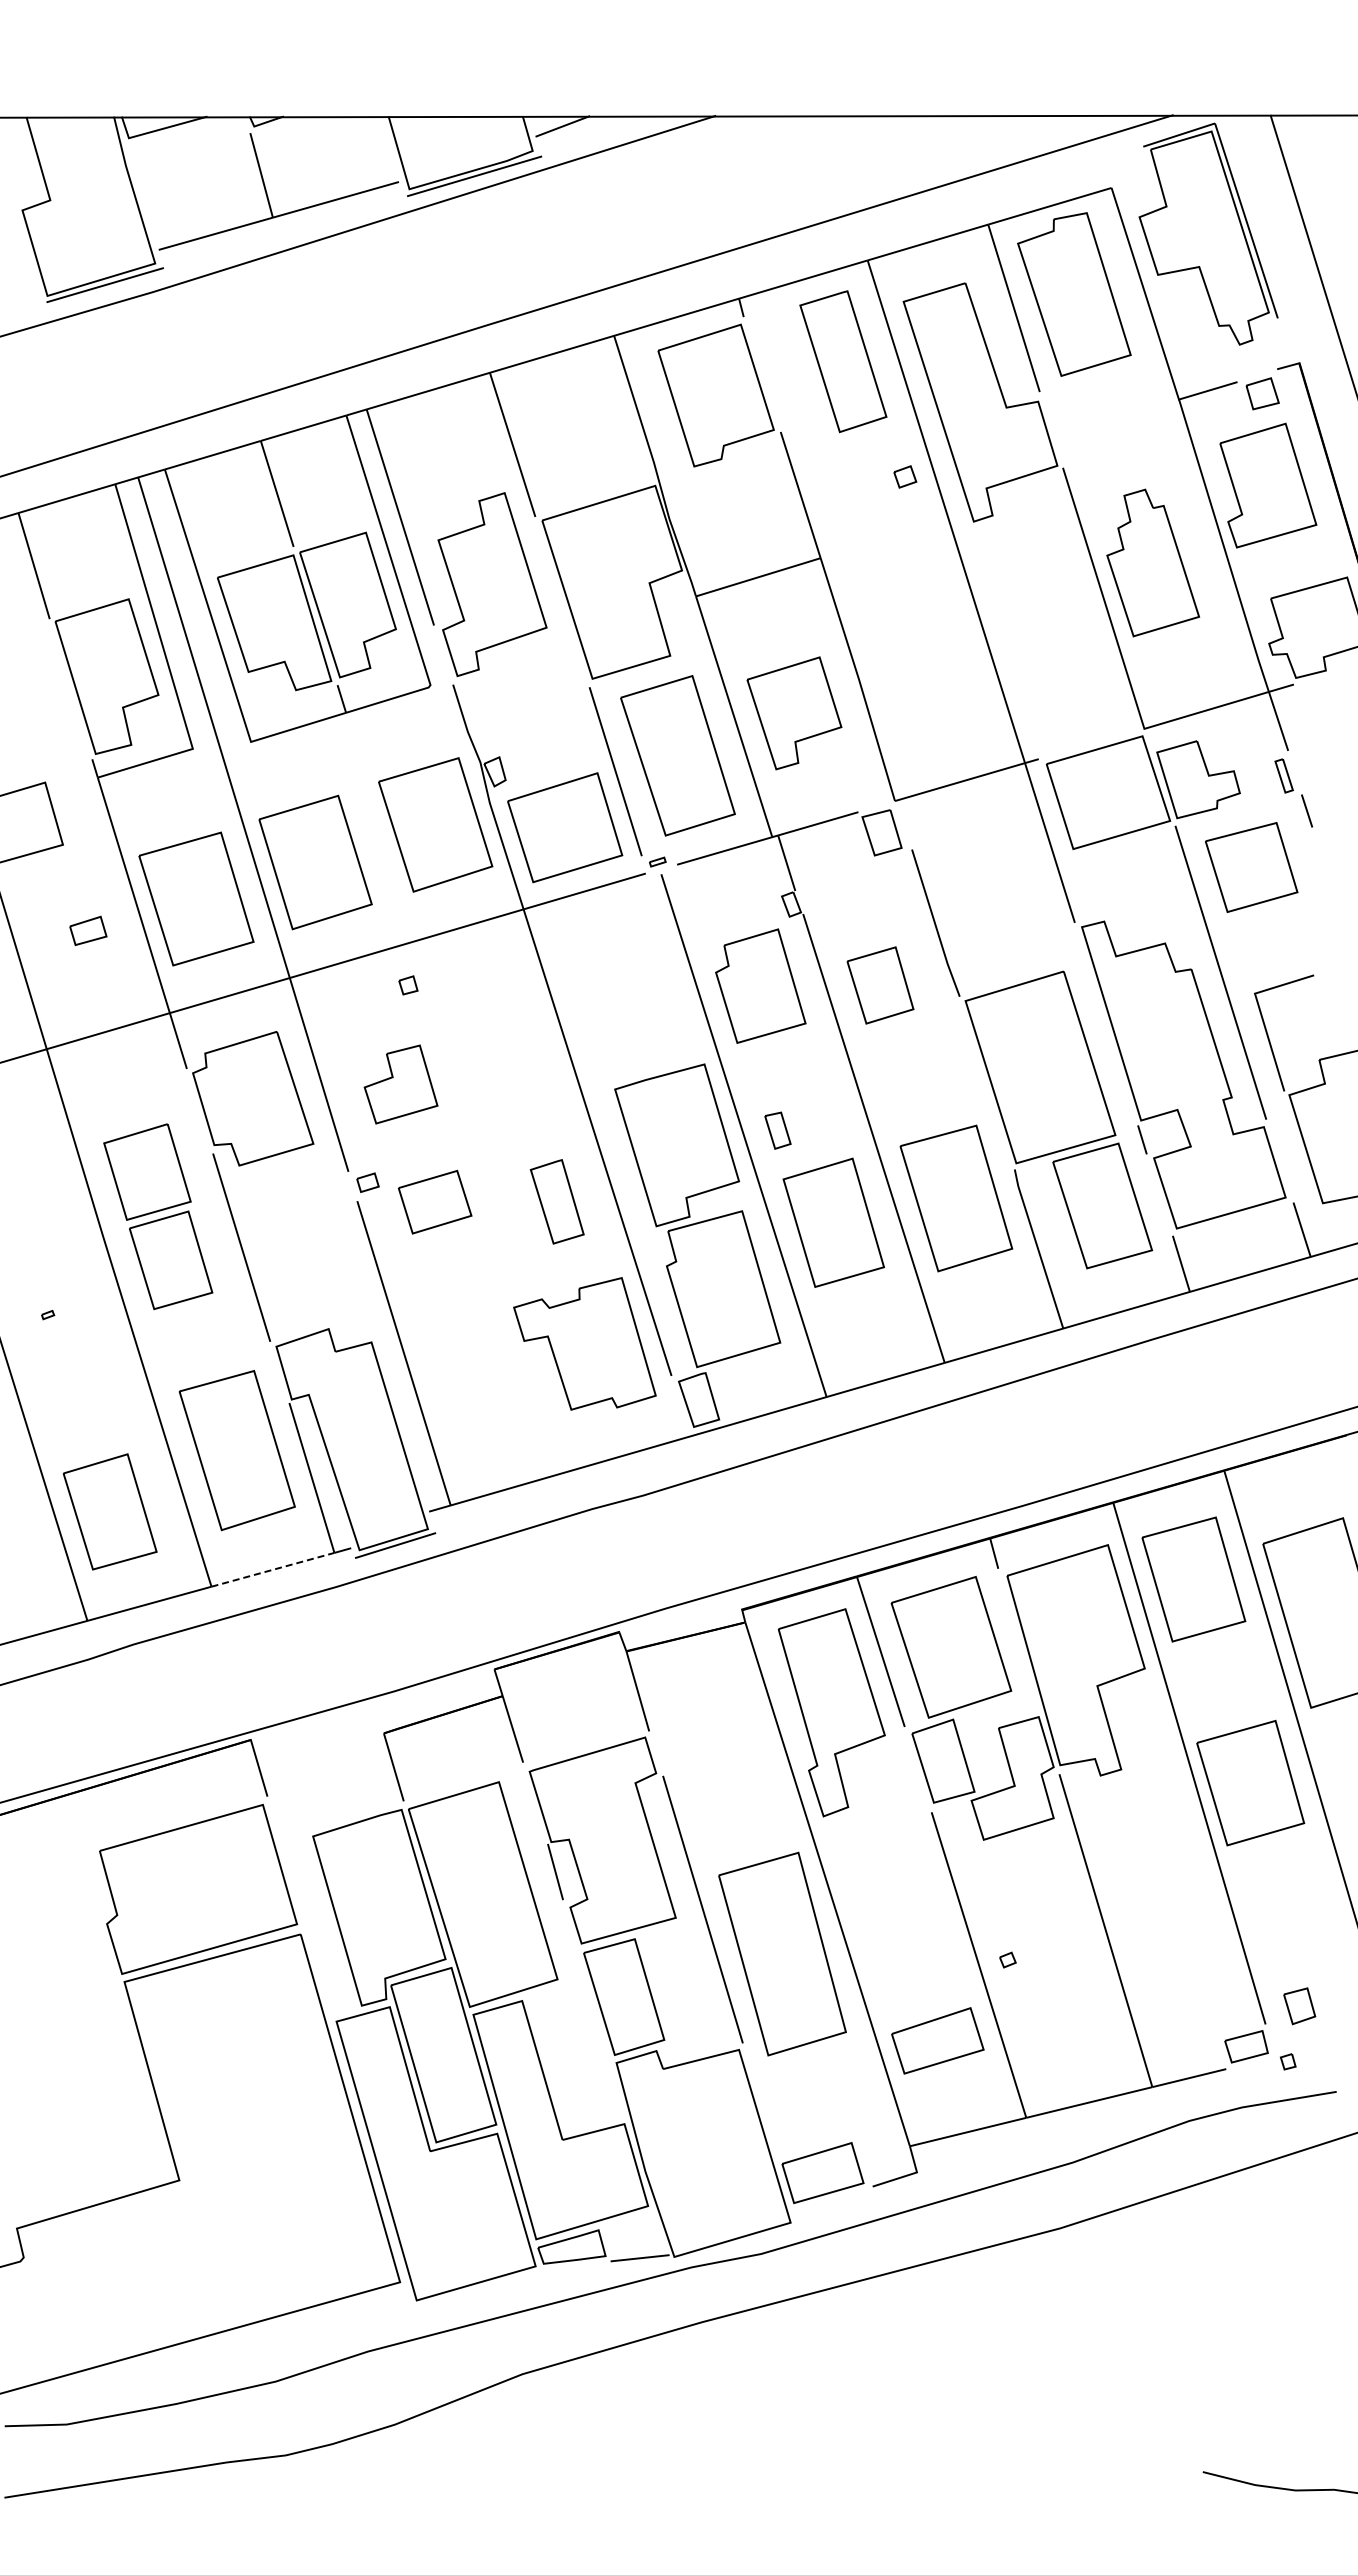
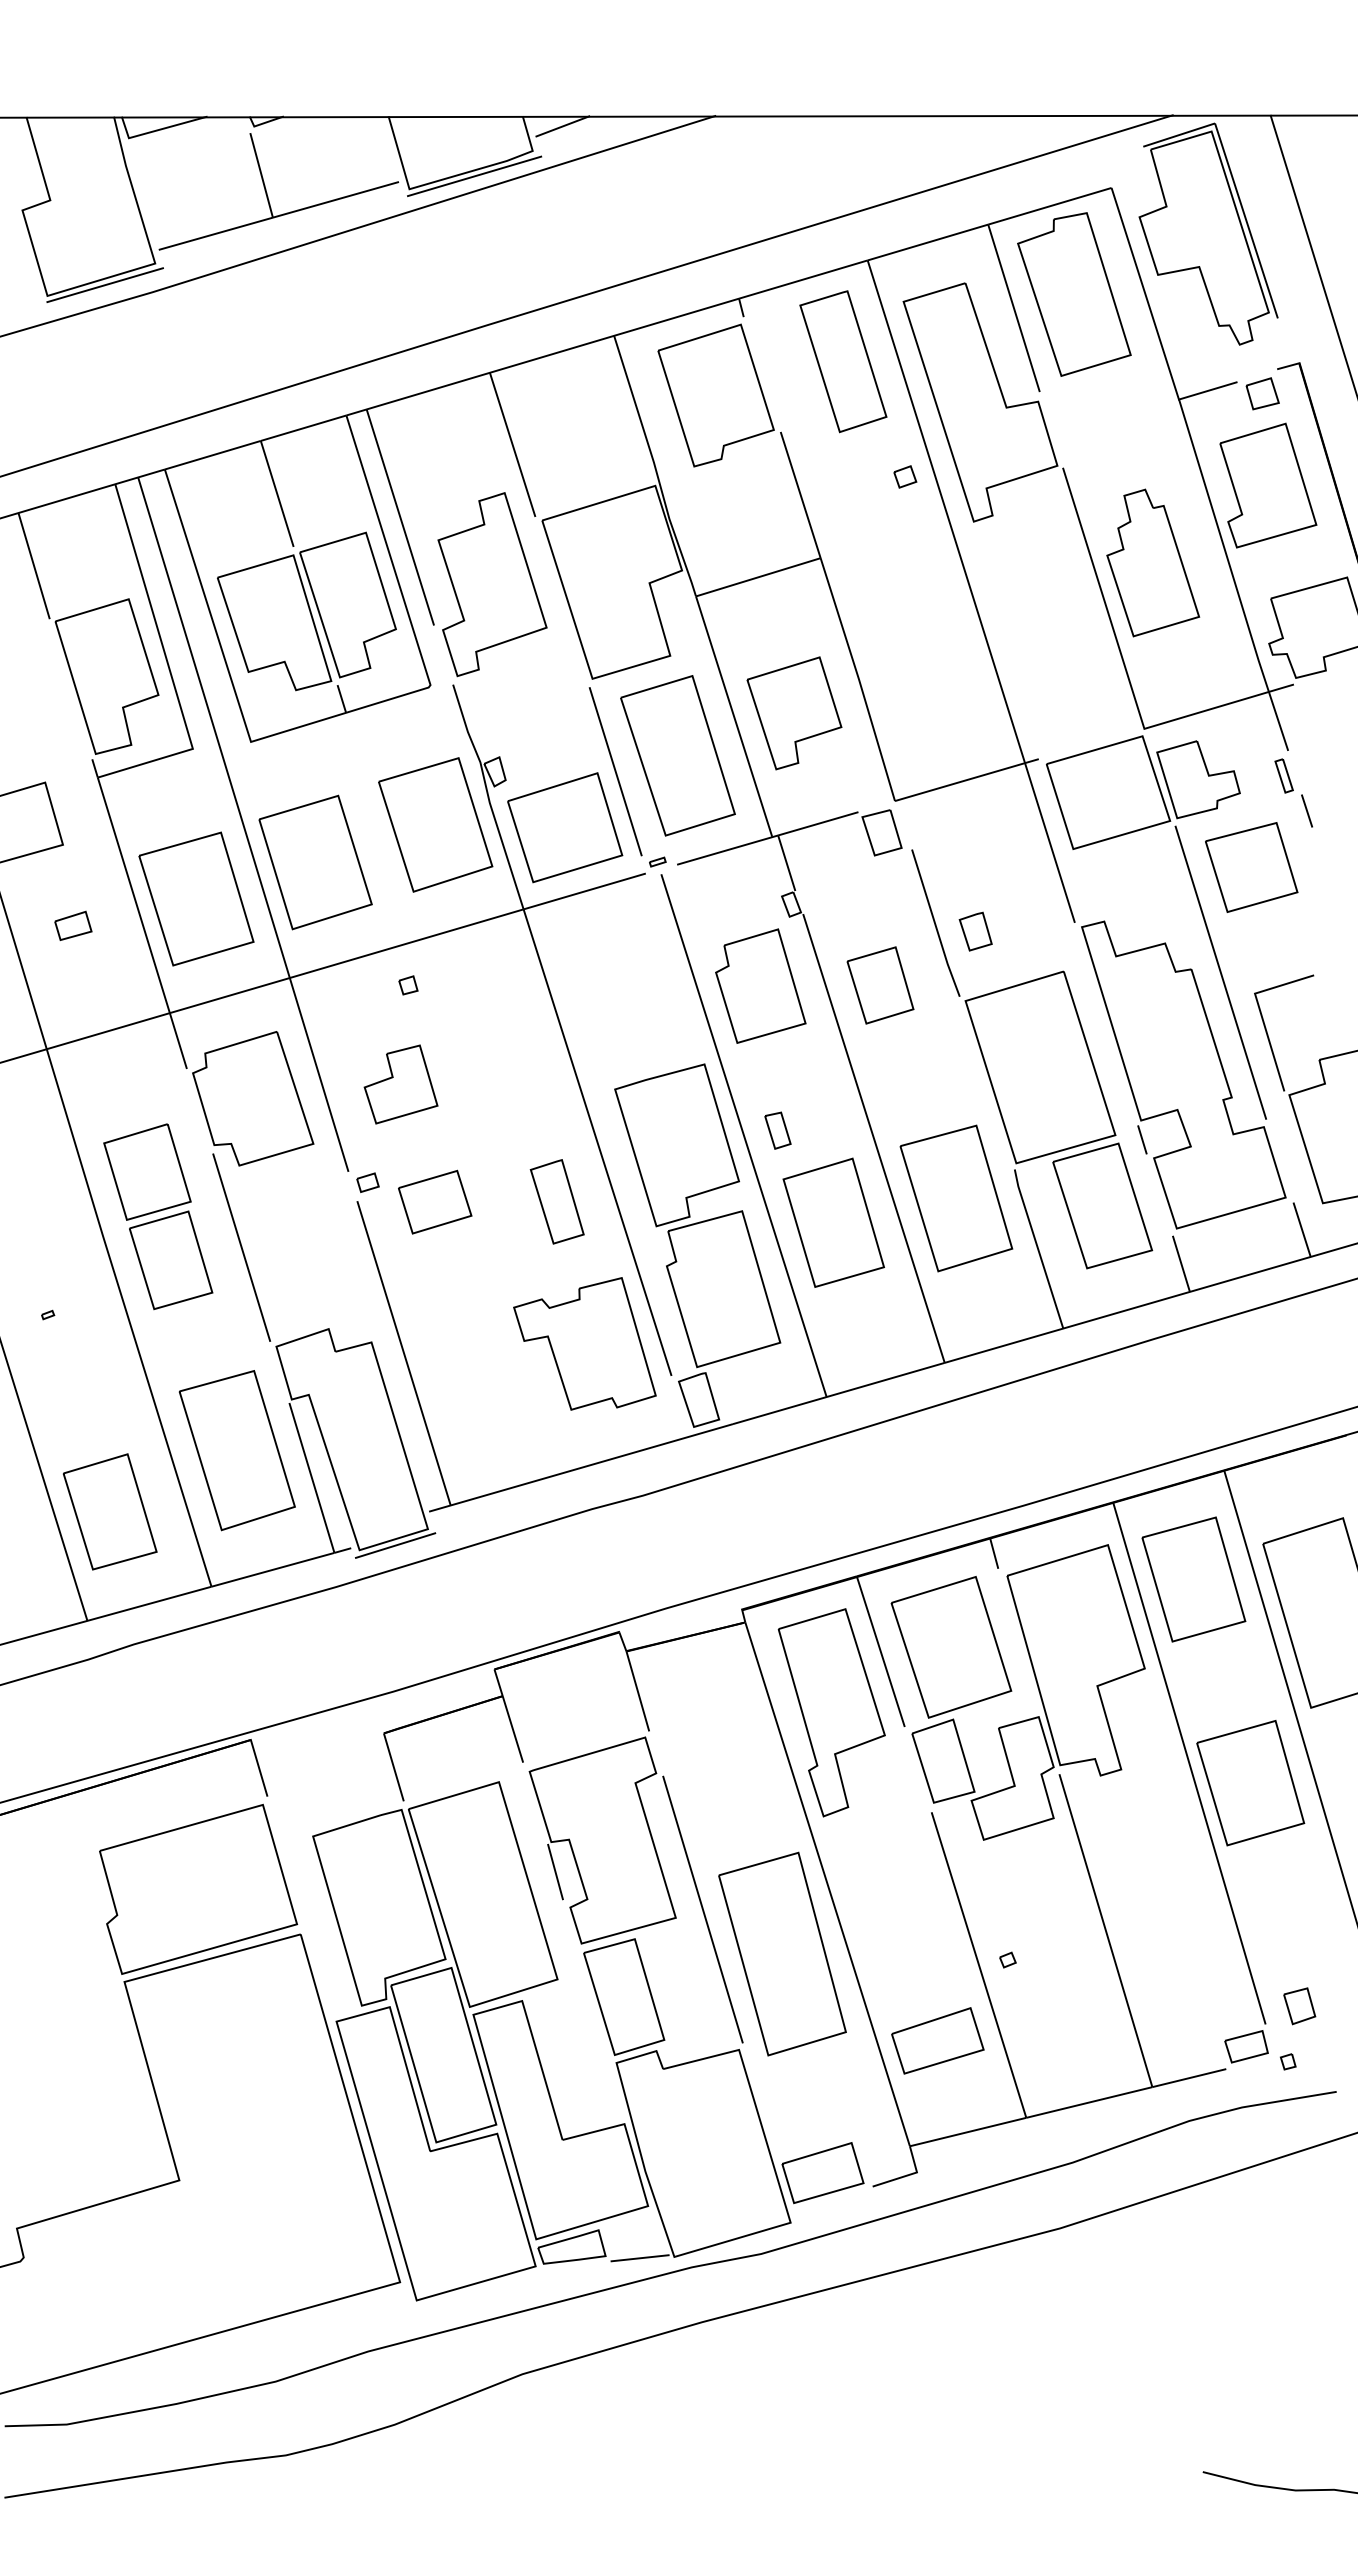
part at (88, 930) position: (88, 930) -> (73, 925)
part at (975, 931): none -> present
line at (272, 1569): dashed -> solid
